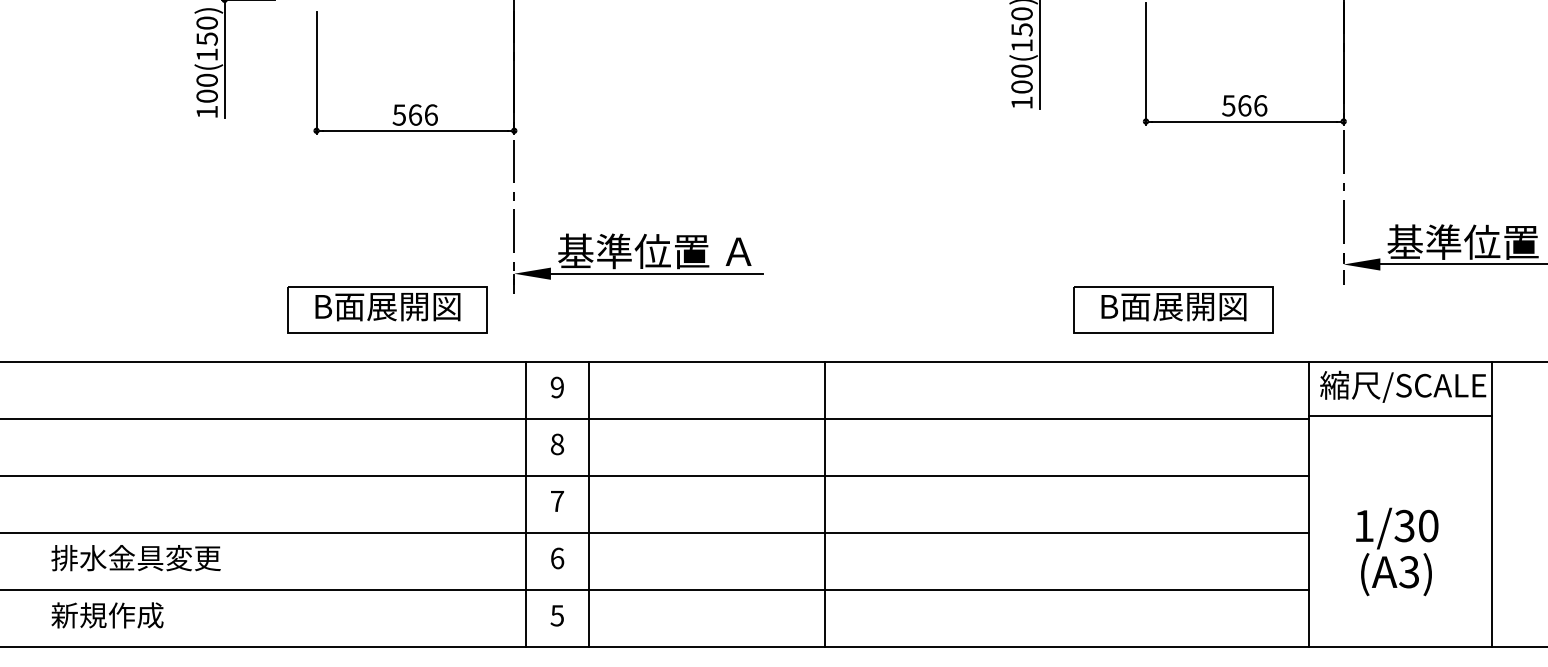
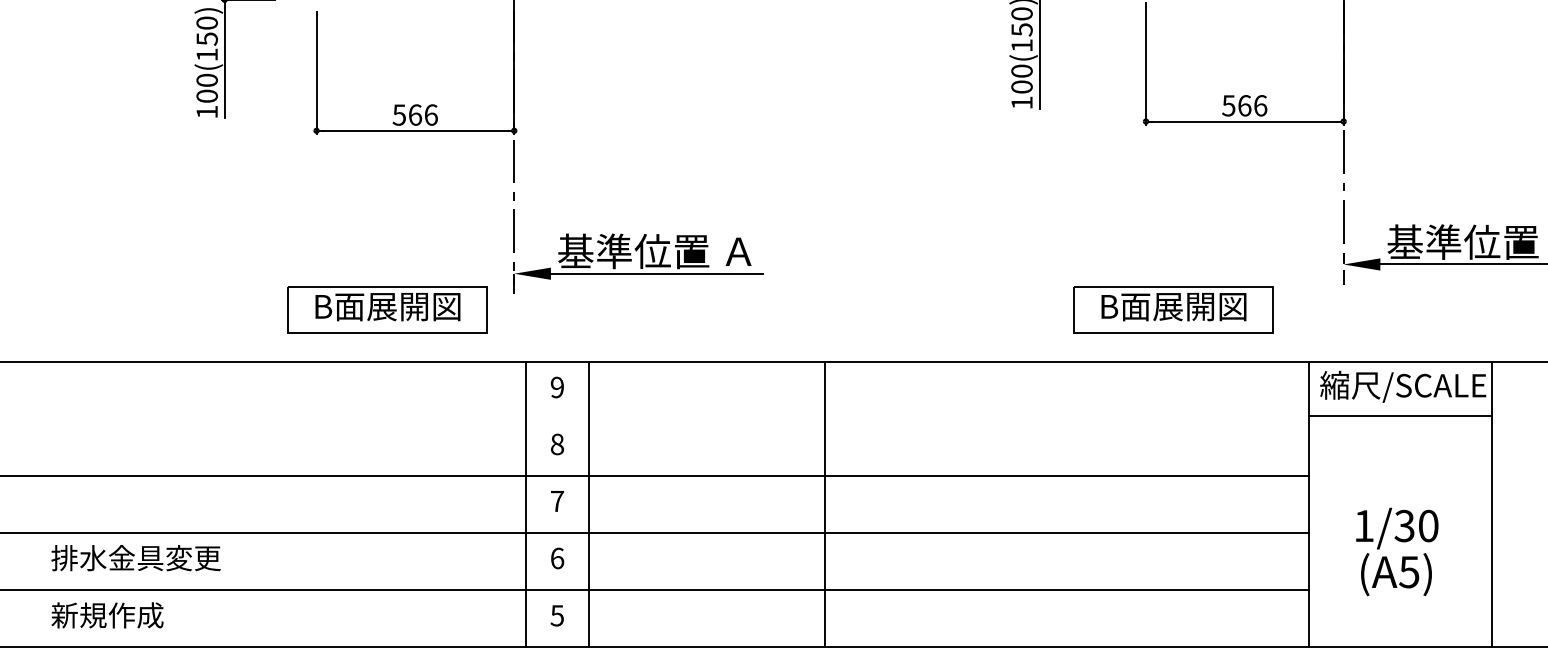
line at (655, 418): present -> none
text at (1409, 571): (A3) -> (A5)
